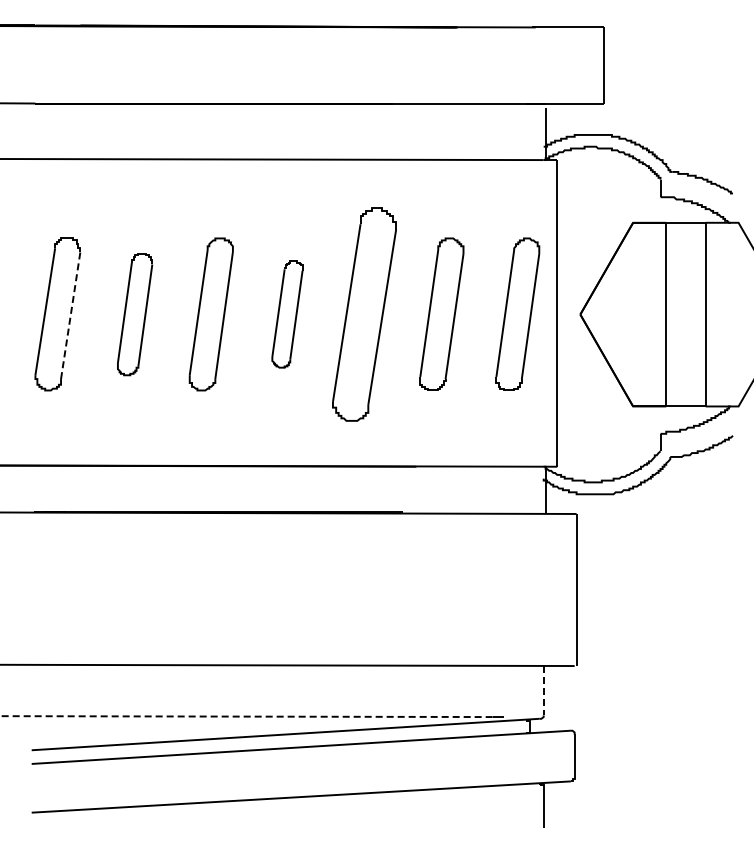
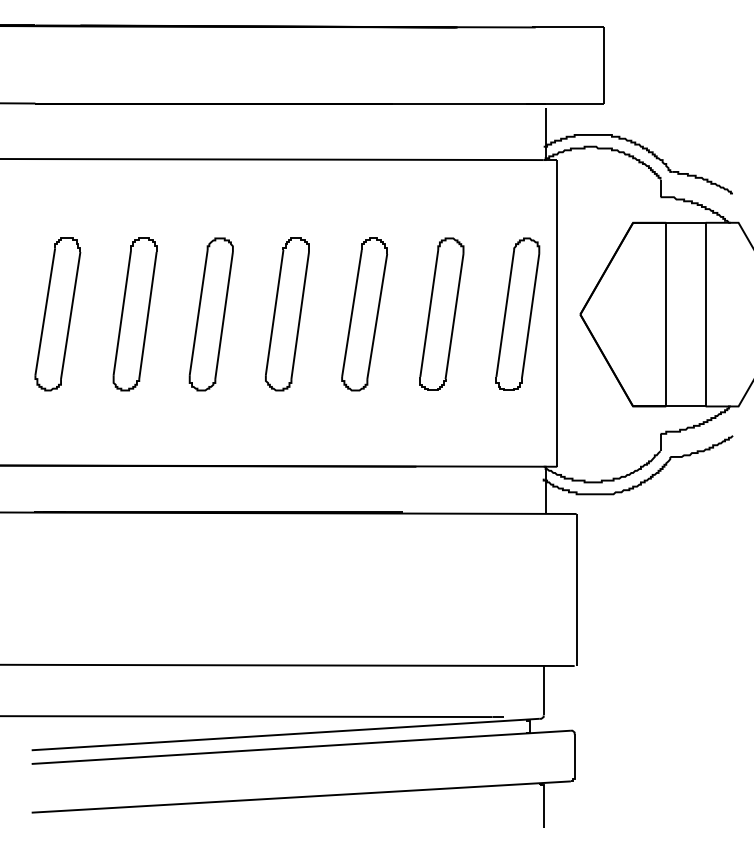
part at (135, 314) size: 37x124 px -> 46x155 px
part at (287, 314) size: 33x109 px -> 45x155 px
part at (364, 314) size: 65x215 px -> 48x155 px
line at (70, 315): dashed -> solid
line at (543, 690): dashed -> solid
line at (245, 716): dashed -> solid
